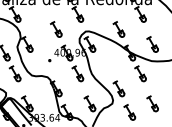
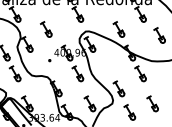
part at (55, 29) position: (55, 29) -> (45, 29)
part at (152, 44) position: (152, 44) -> (159, 35)
